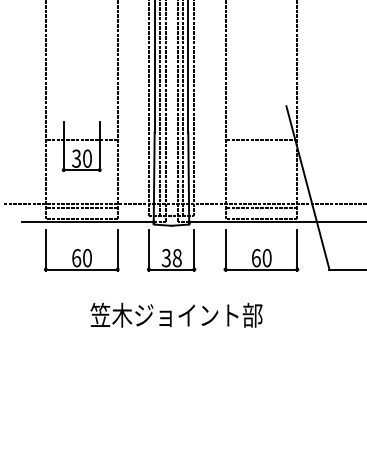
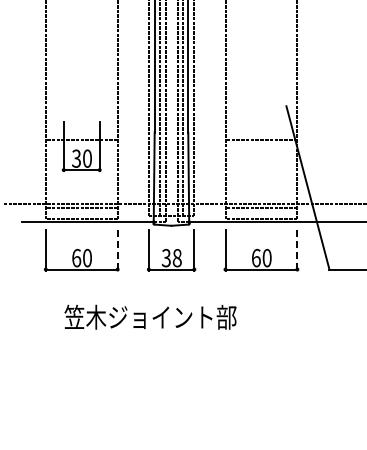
line at (117, 250): solid -> dashed
line at (297, 250): solid -> dashed
text at (176, 314) position: (176, 314) -> (150, 316)
